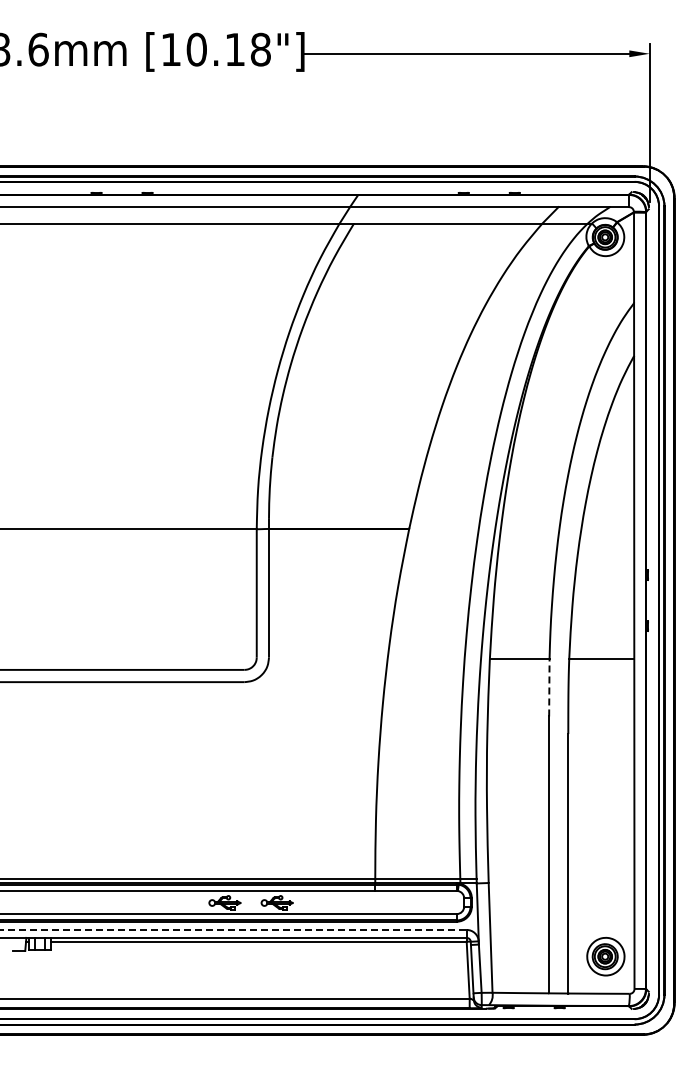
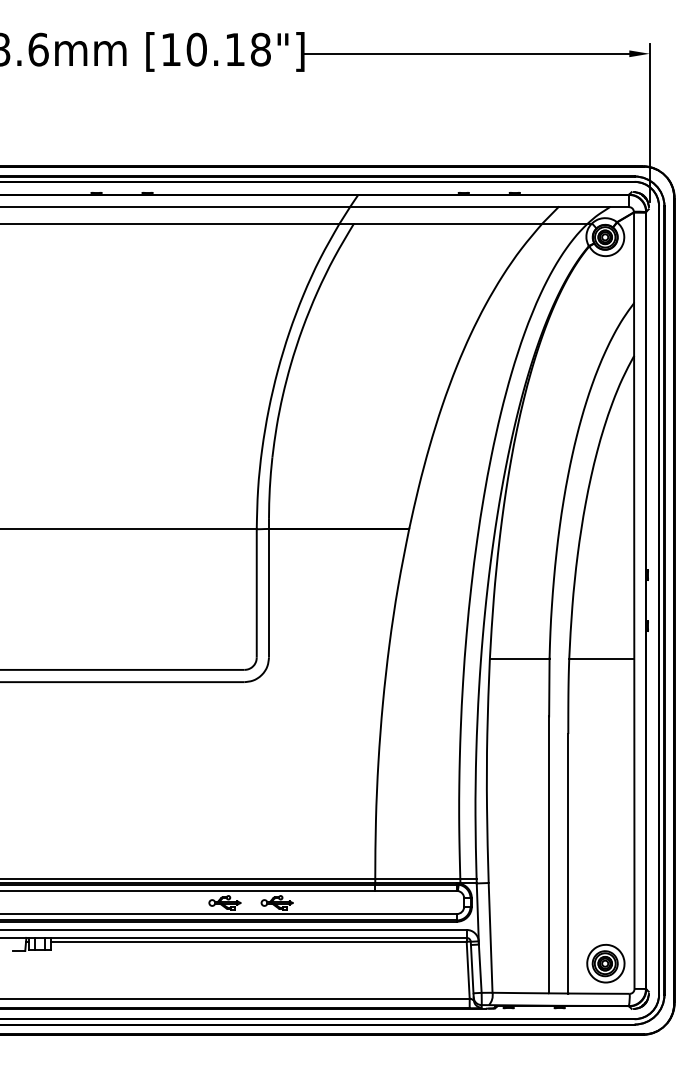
line at (549, 687): dashed -> solid
line at (233, 929): dashed -> solid
part at (605, 956) position: (605, 956) -> (605, 963)
